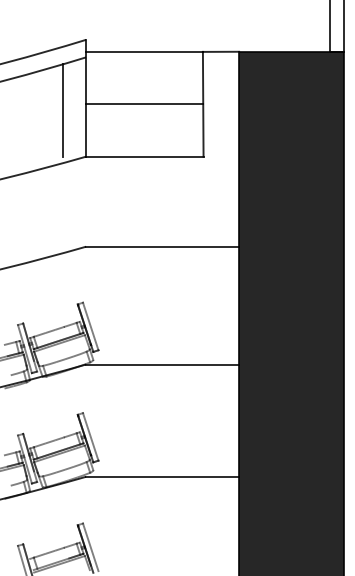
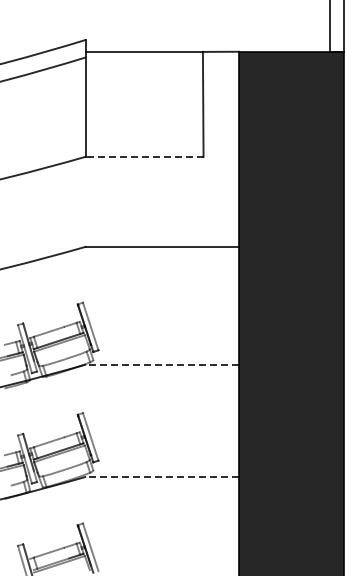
line at (144, 104): present -> none
line at (62, 110): present -> none
line at (144, 156): solid -> dashed
line at (162, 364): solid -> dashed
line at (162, 476): solid -> dashed
